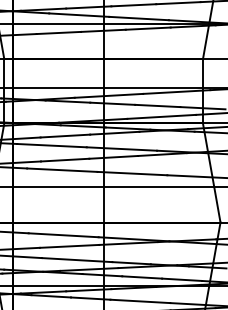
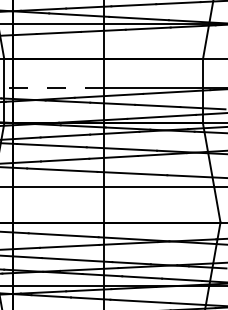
line at (51, 88): solid -> dashed
